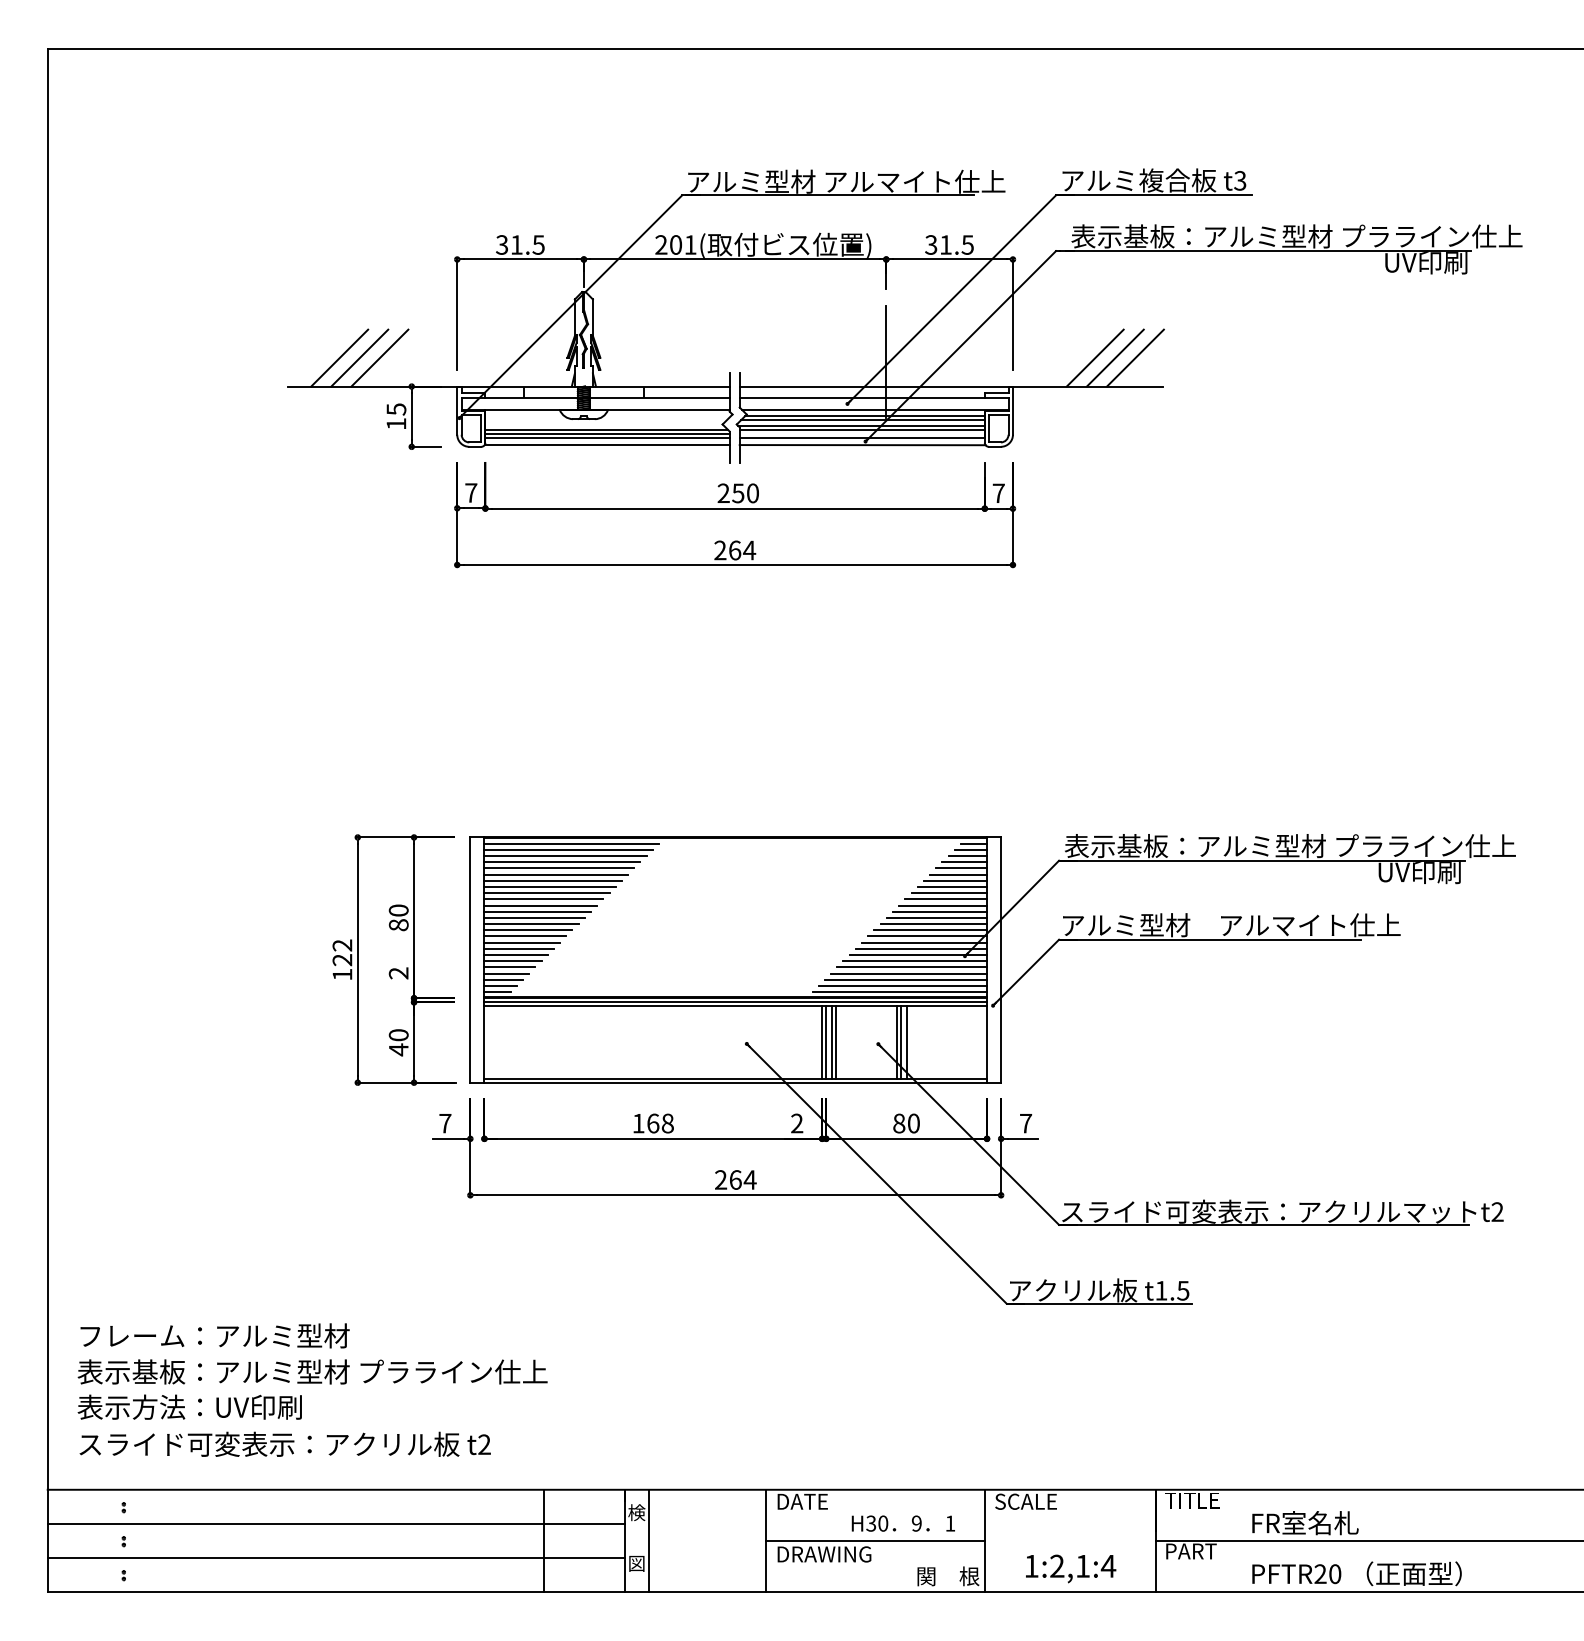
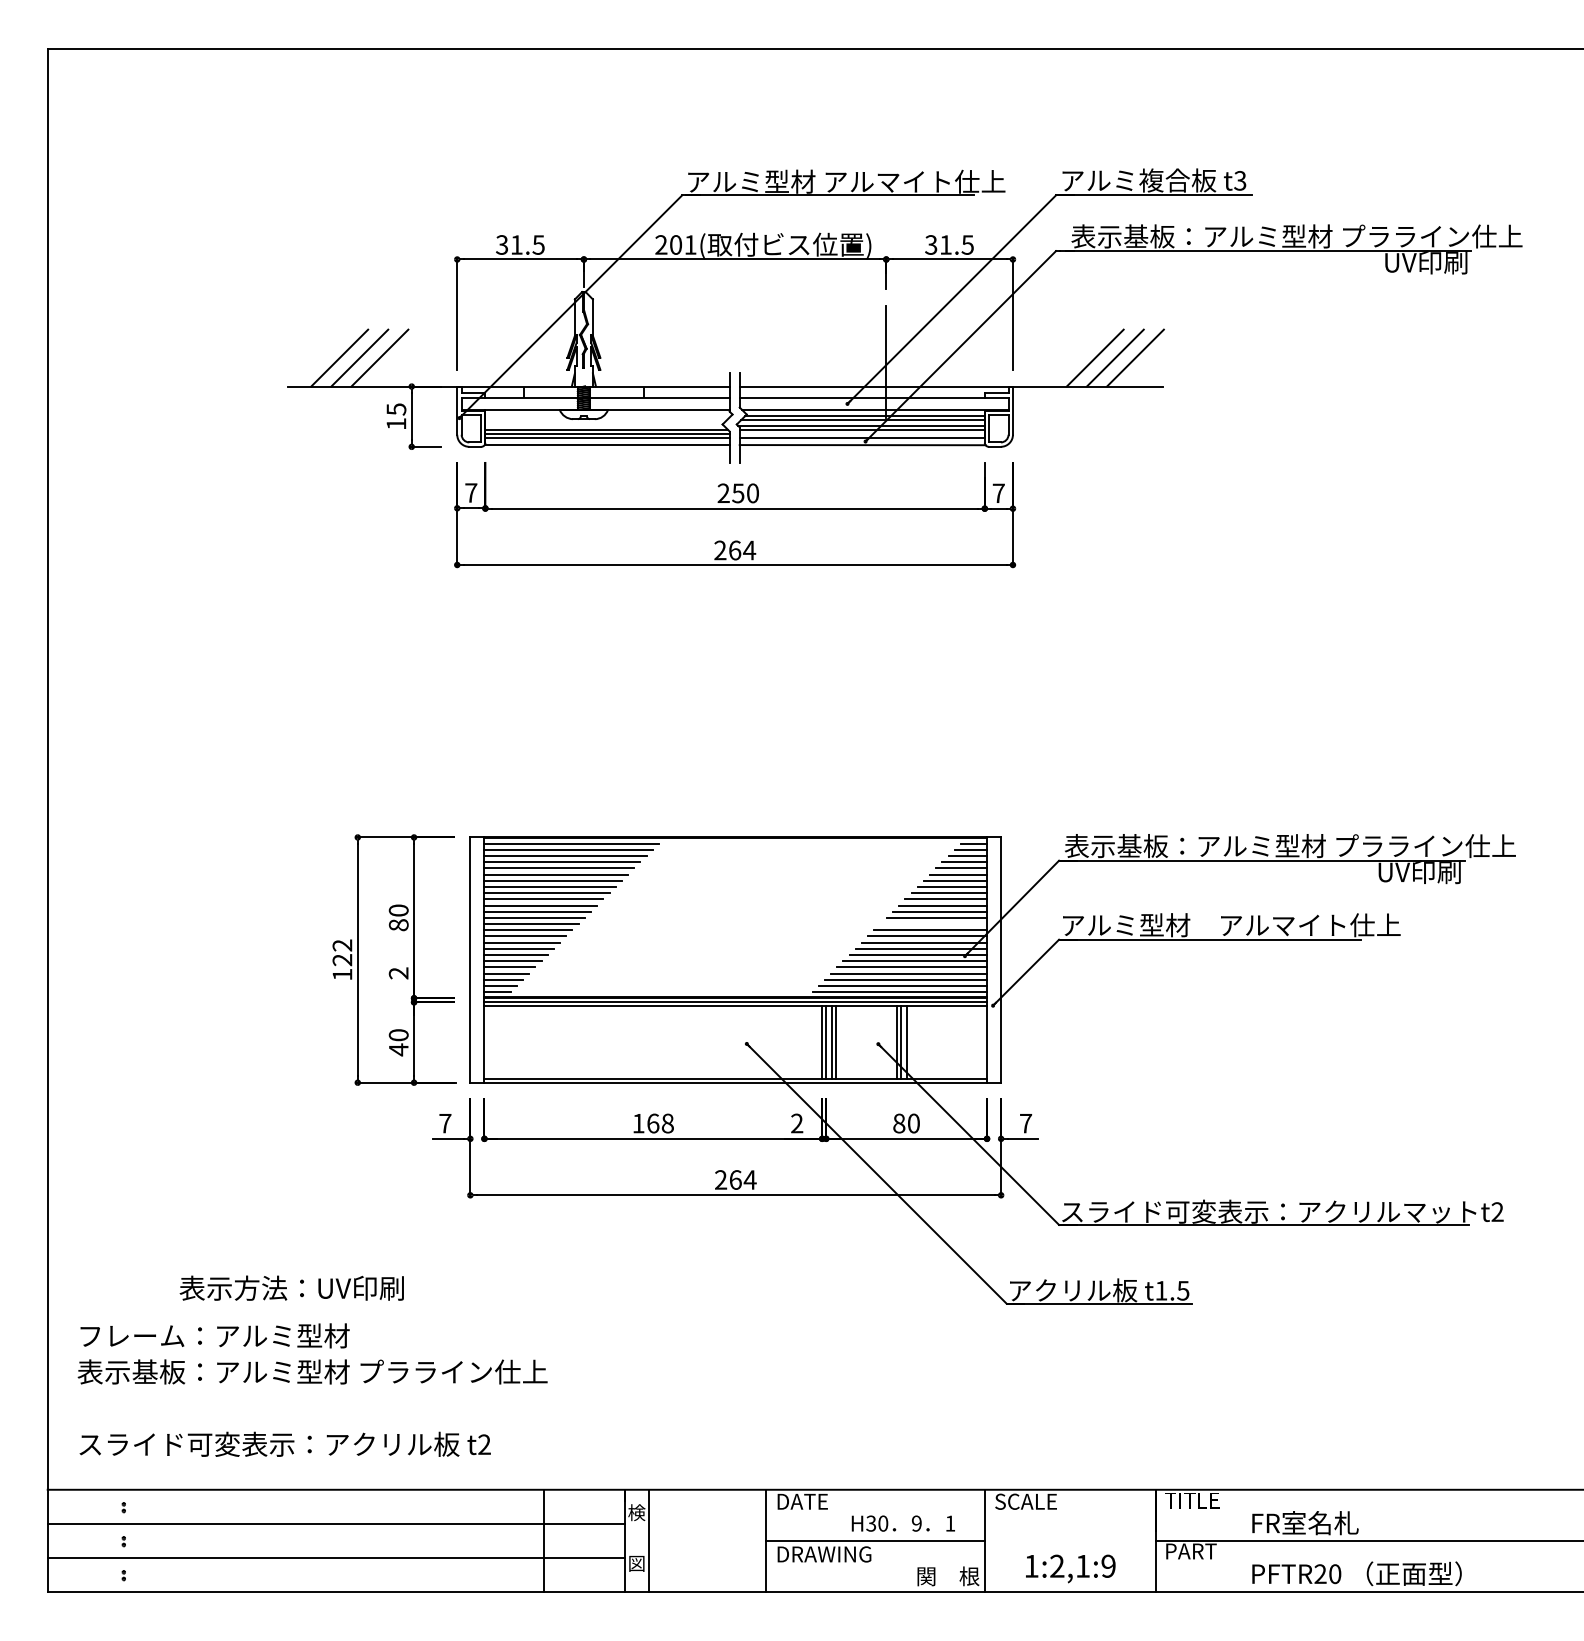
line at (933, 924): present -> none
text at (189, 1406) position: (189, 1406) -> (291, 1287)
text at (1108, 1565): 1:2,1:4 -> 1:2,1:9
